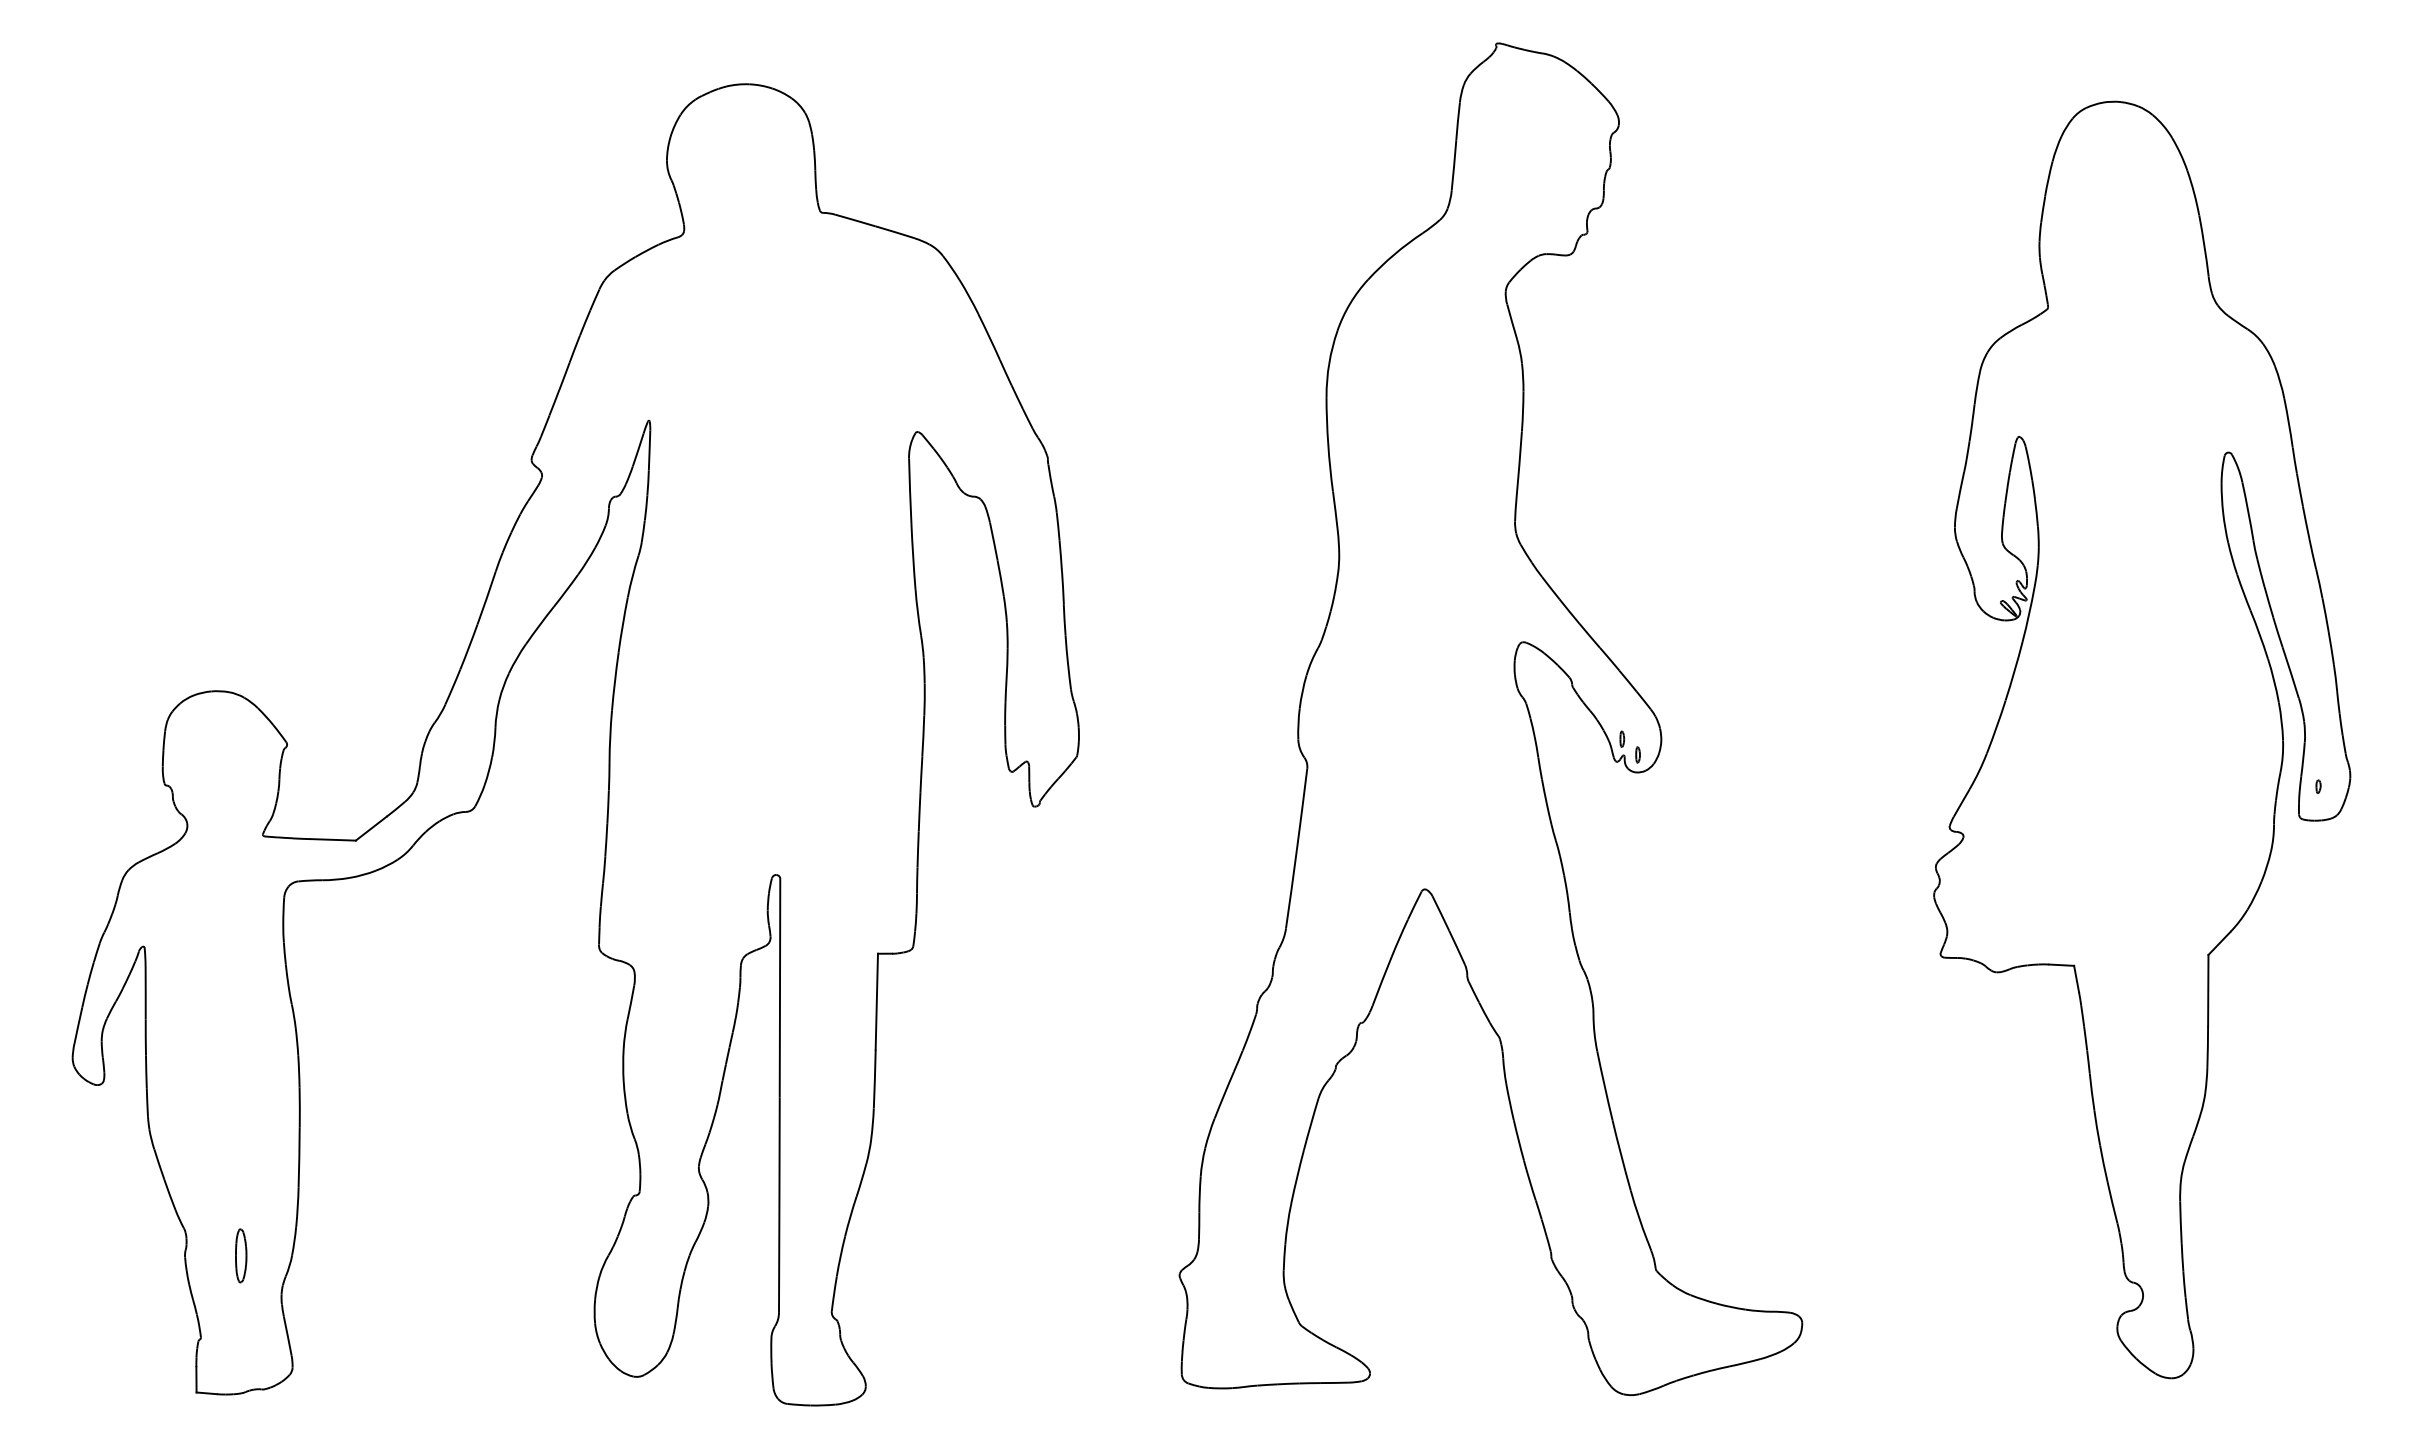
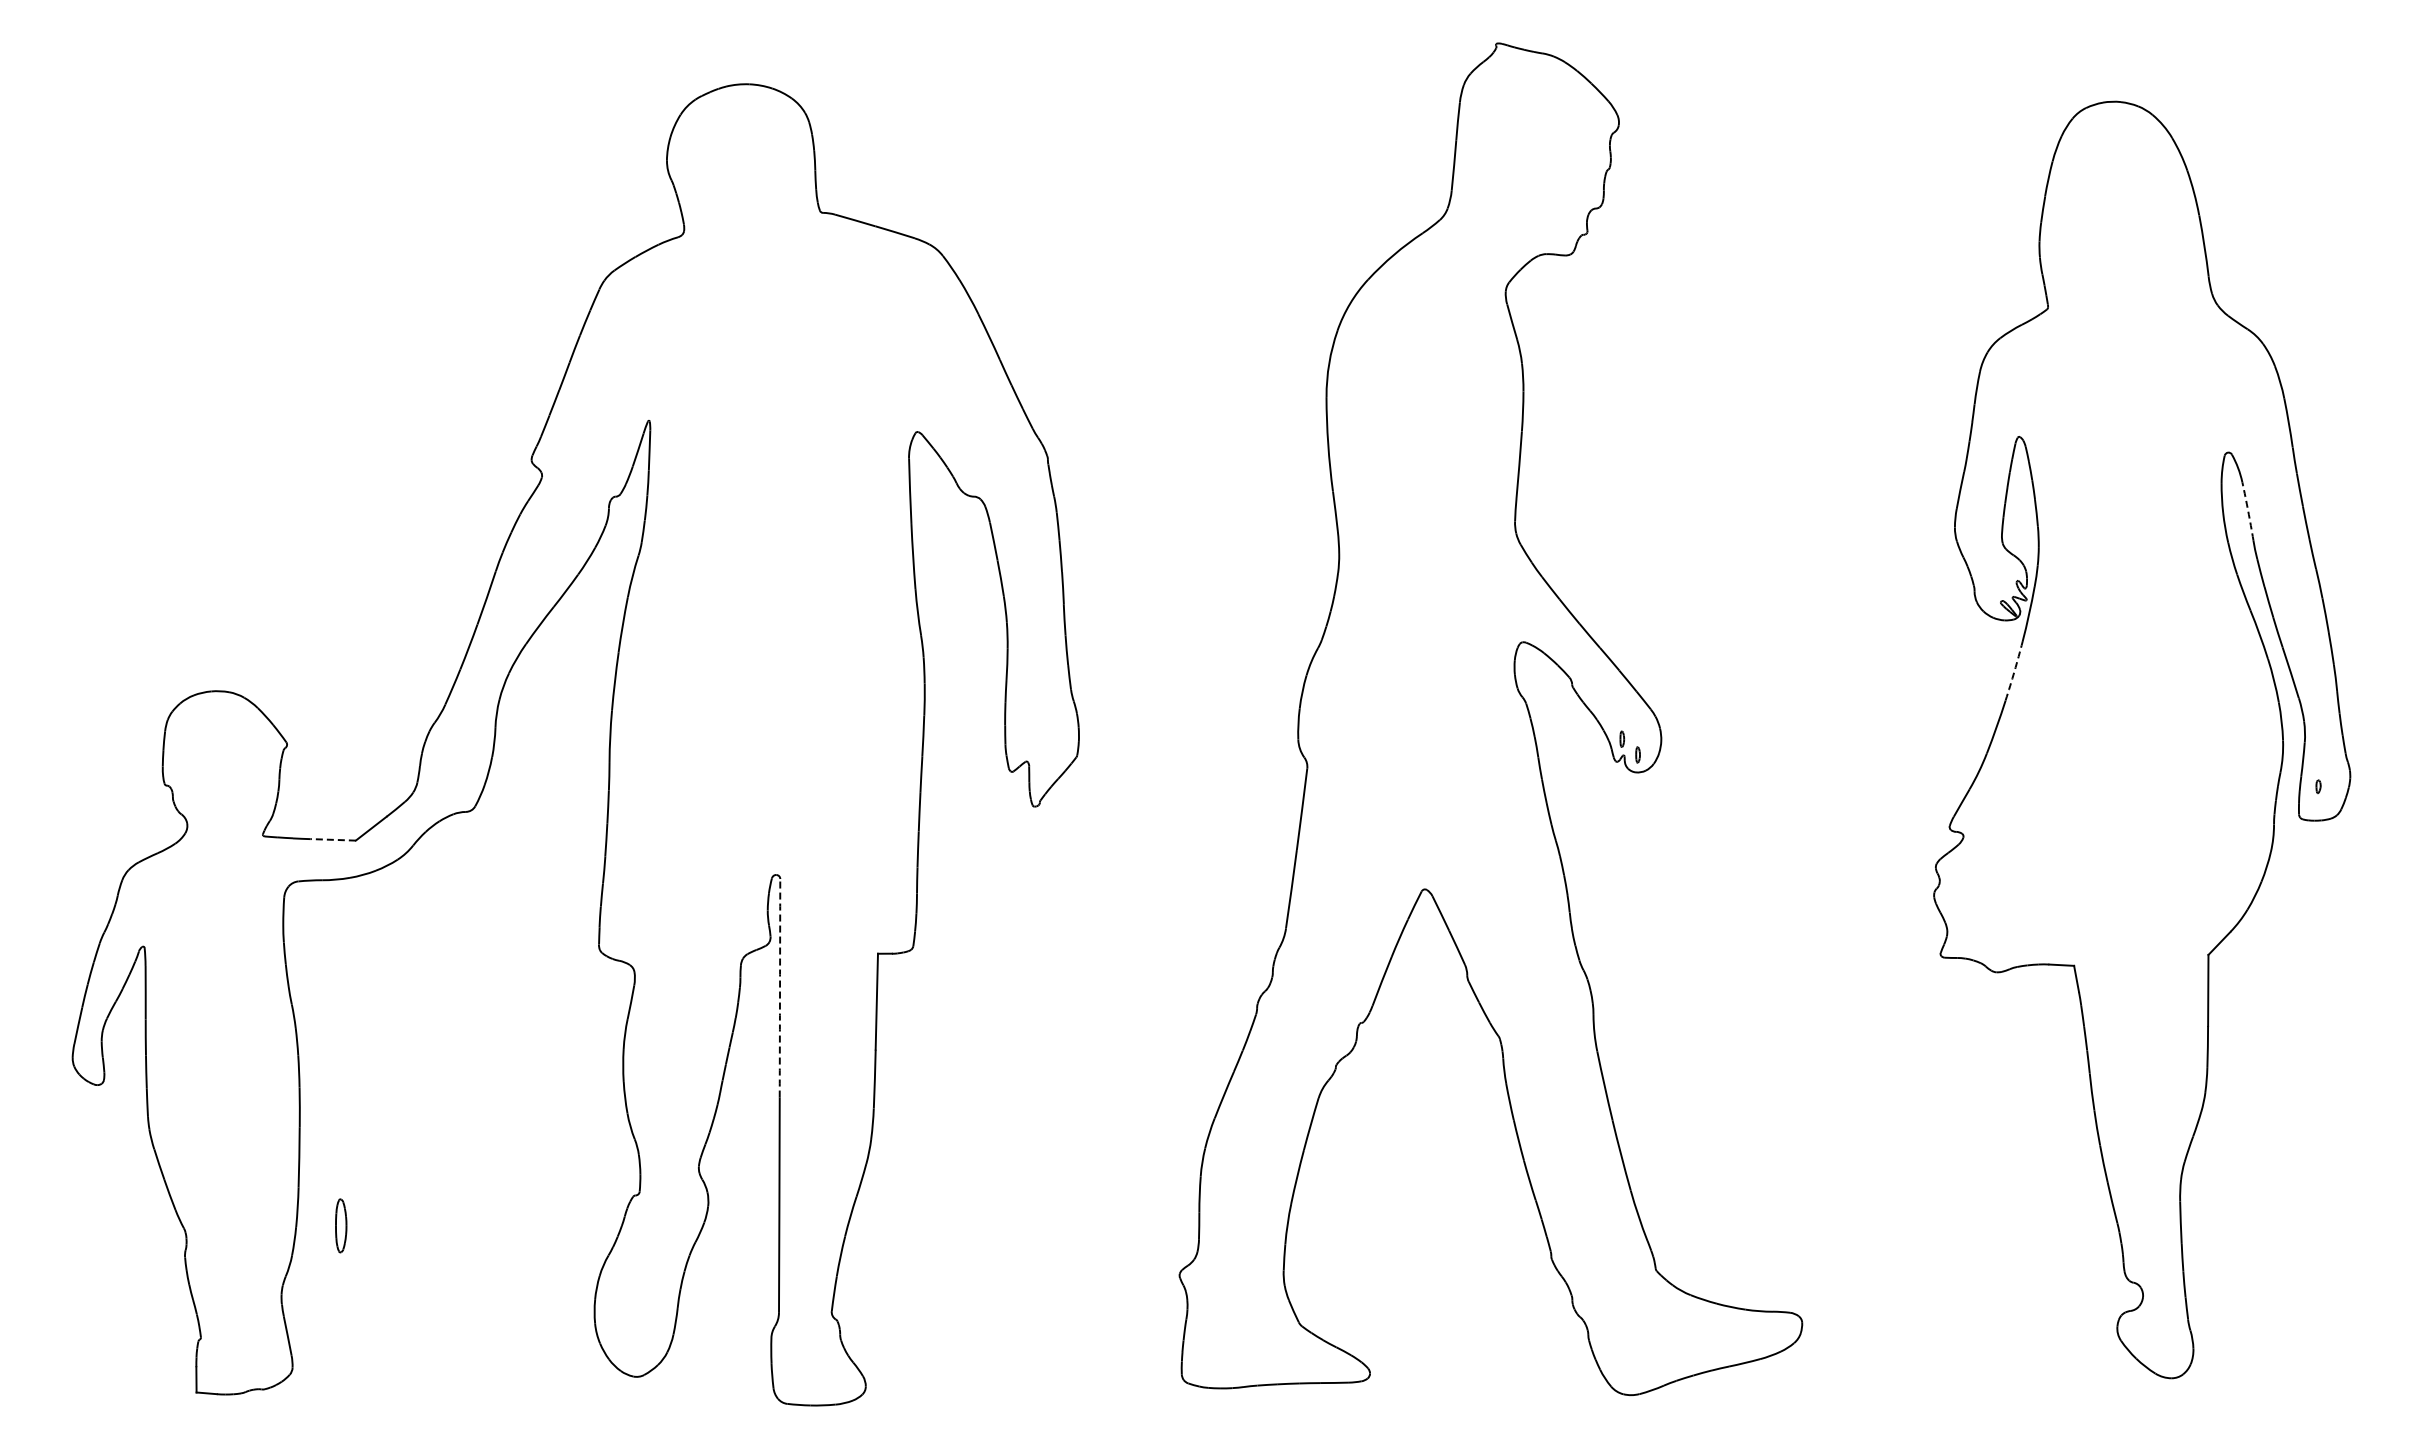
arc at (2248, 511): solid -> dashed
arc at (2014, 671): solid -> dashed
line at (333, 839): solid -> dashed
arc at (780, 988): solid -> dashed
part at (241, 1255) position: (241, 1255) -> (341, 1225)
